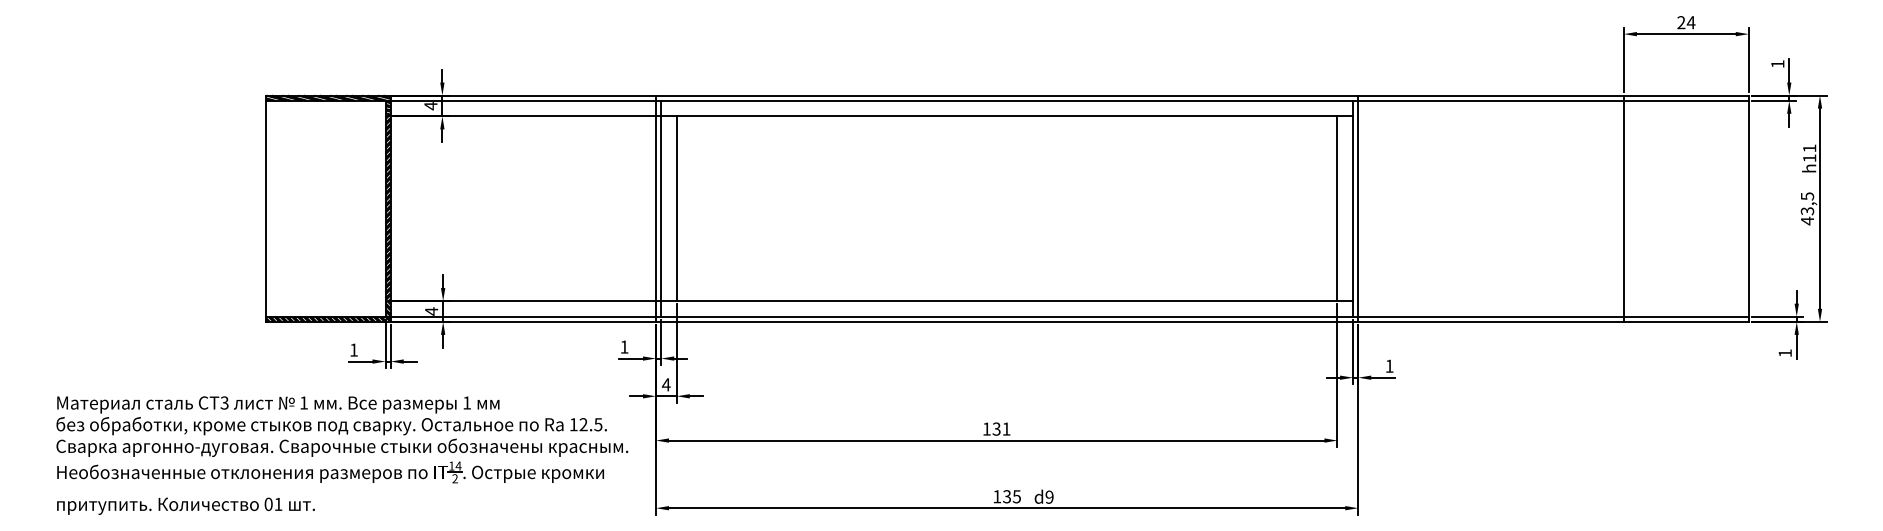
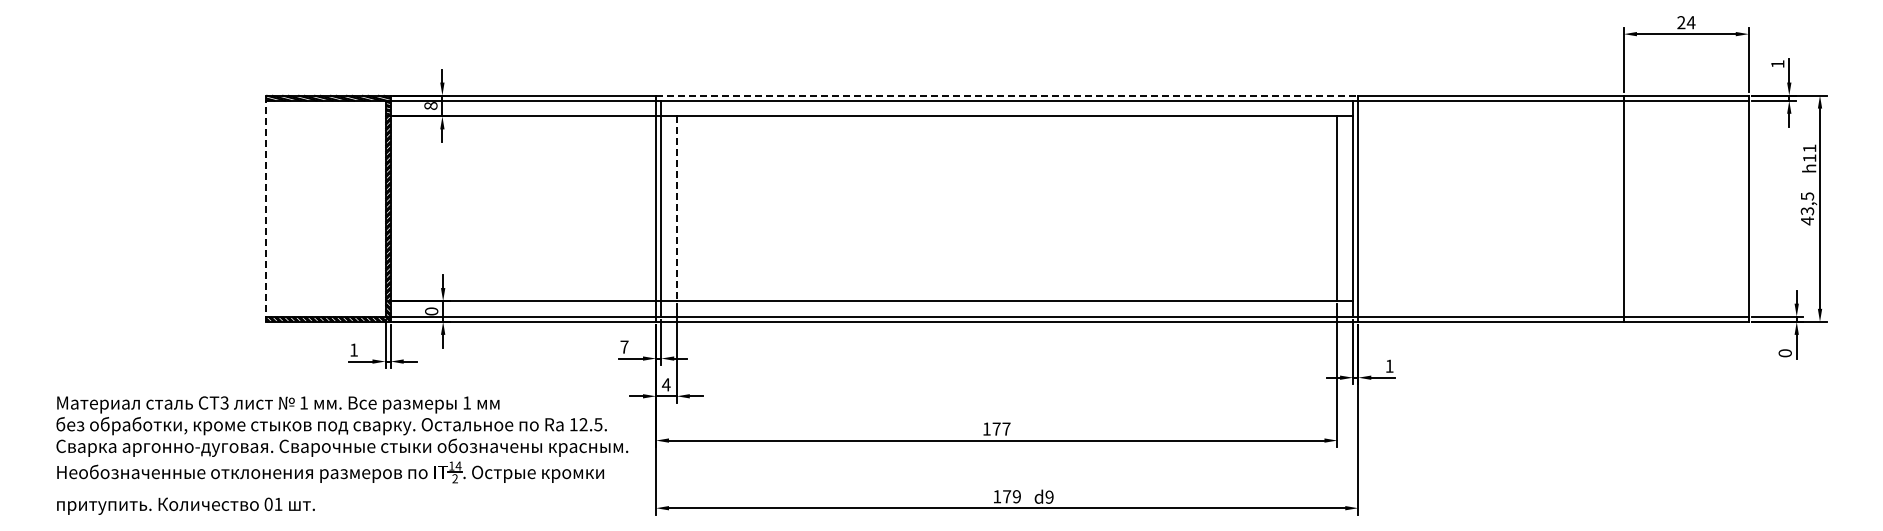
line at (1007, 95): solid -> dashed
text at (430, 106): 4 -> 8
line at (265, 209): solid -> dashed
line at (676, 209): solid -> dashed
text at (431, 311): 4 -> 0
text at (624, 346): 1 -> 7
text at (1784, 353): 1 -> 0
text at (1001, 428): 131 -> 177
text at (1011, 496): 135 -> 179
